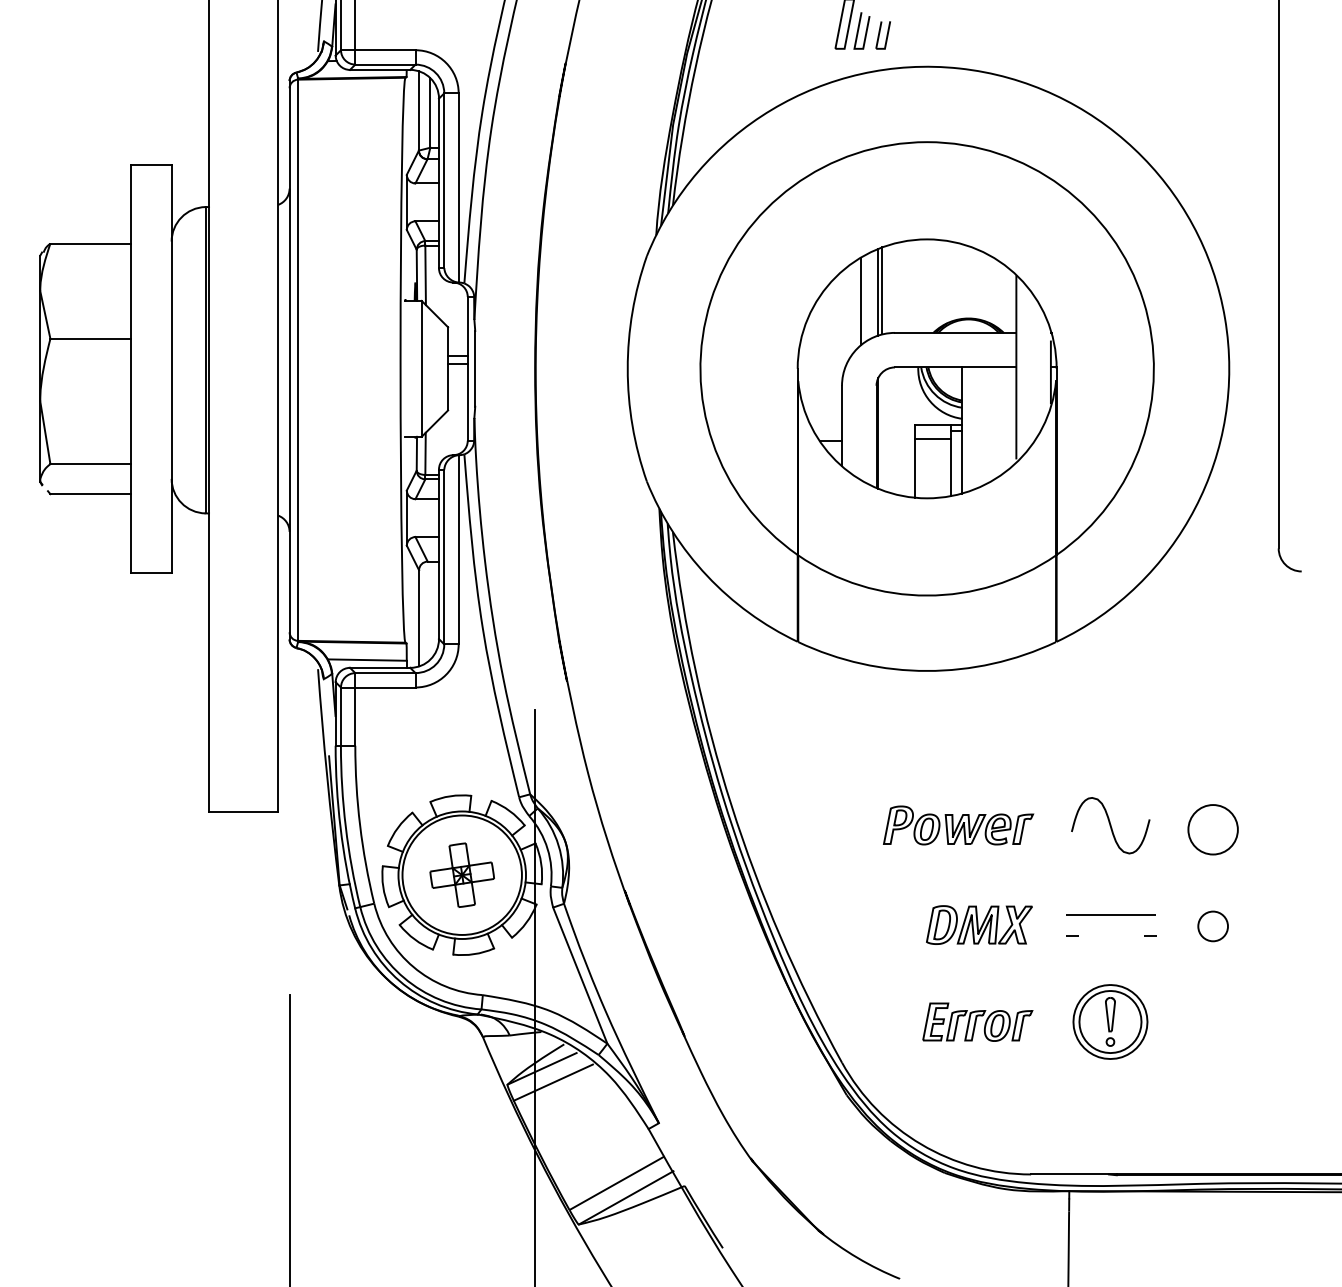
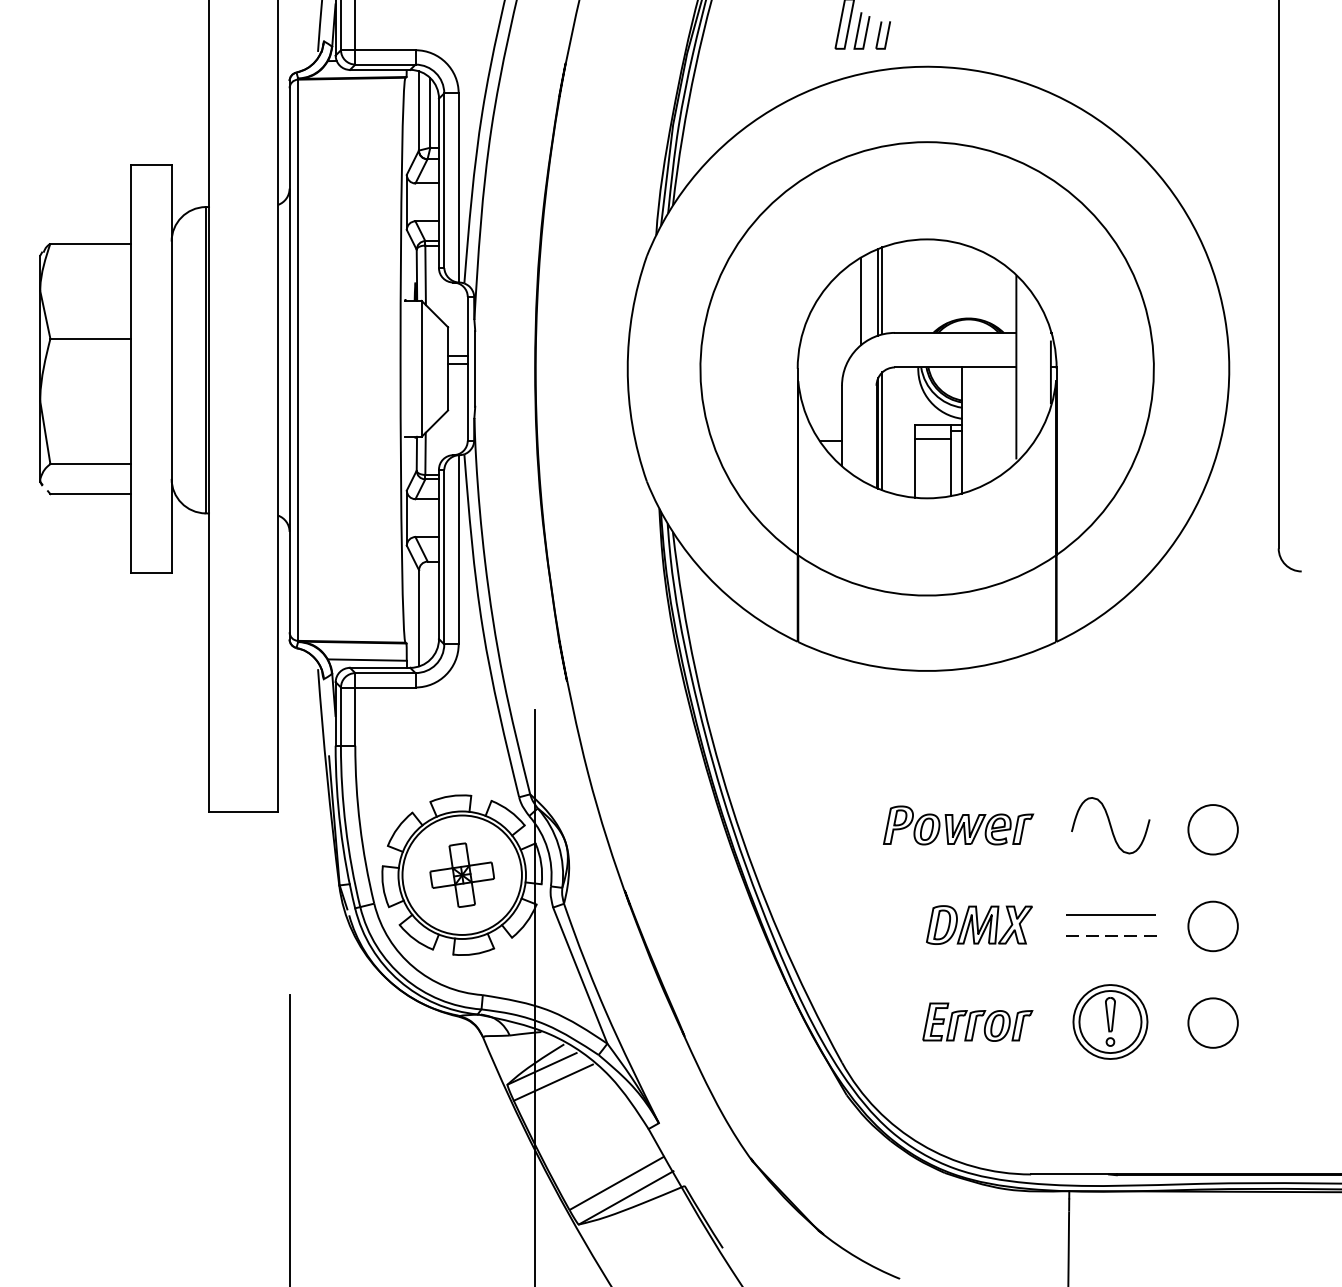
line at (882, 431): none -> present
circle at (1213, 926) diameter: 30 px -> 49 px
line at (1111, 935): none -> present
circle at (1212, 1022): none -> present
